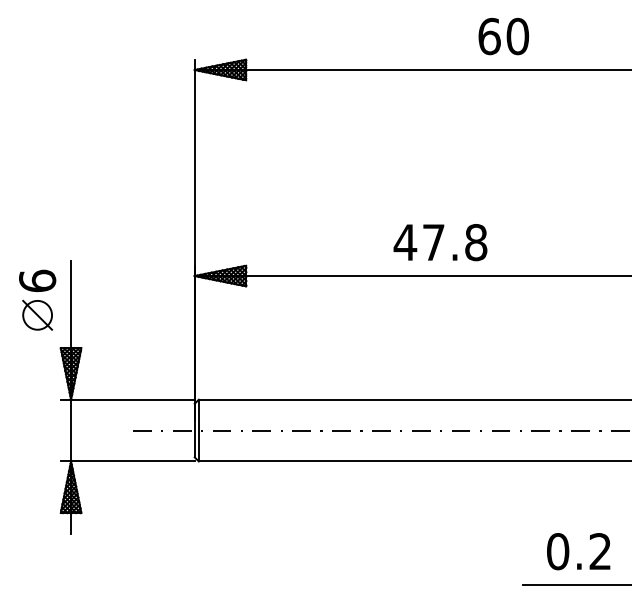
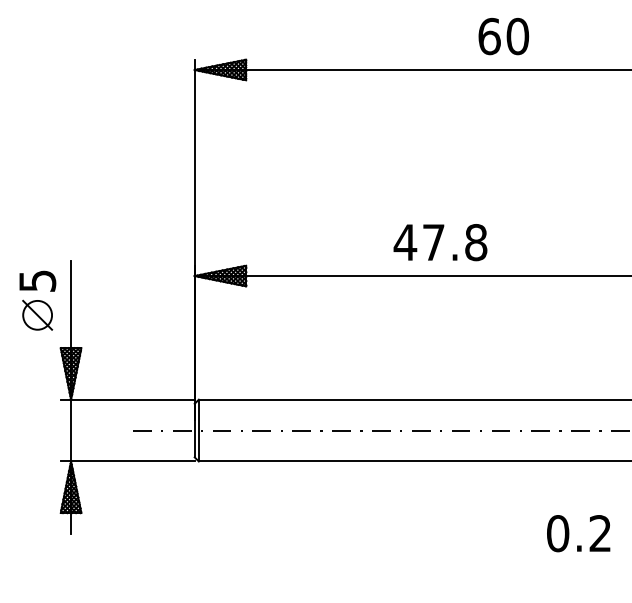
text at (37, 280): 6 -> 5
text at (578, 551) position: (578, 551) -> (578, 533)
line at (575, 585): present -> none
